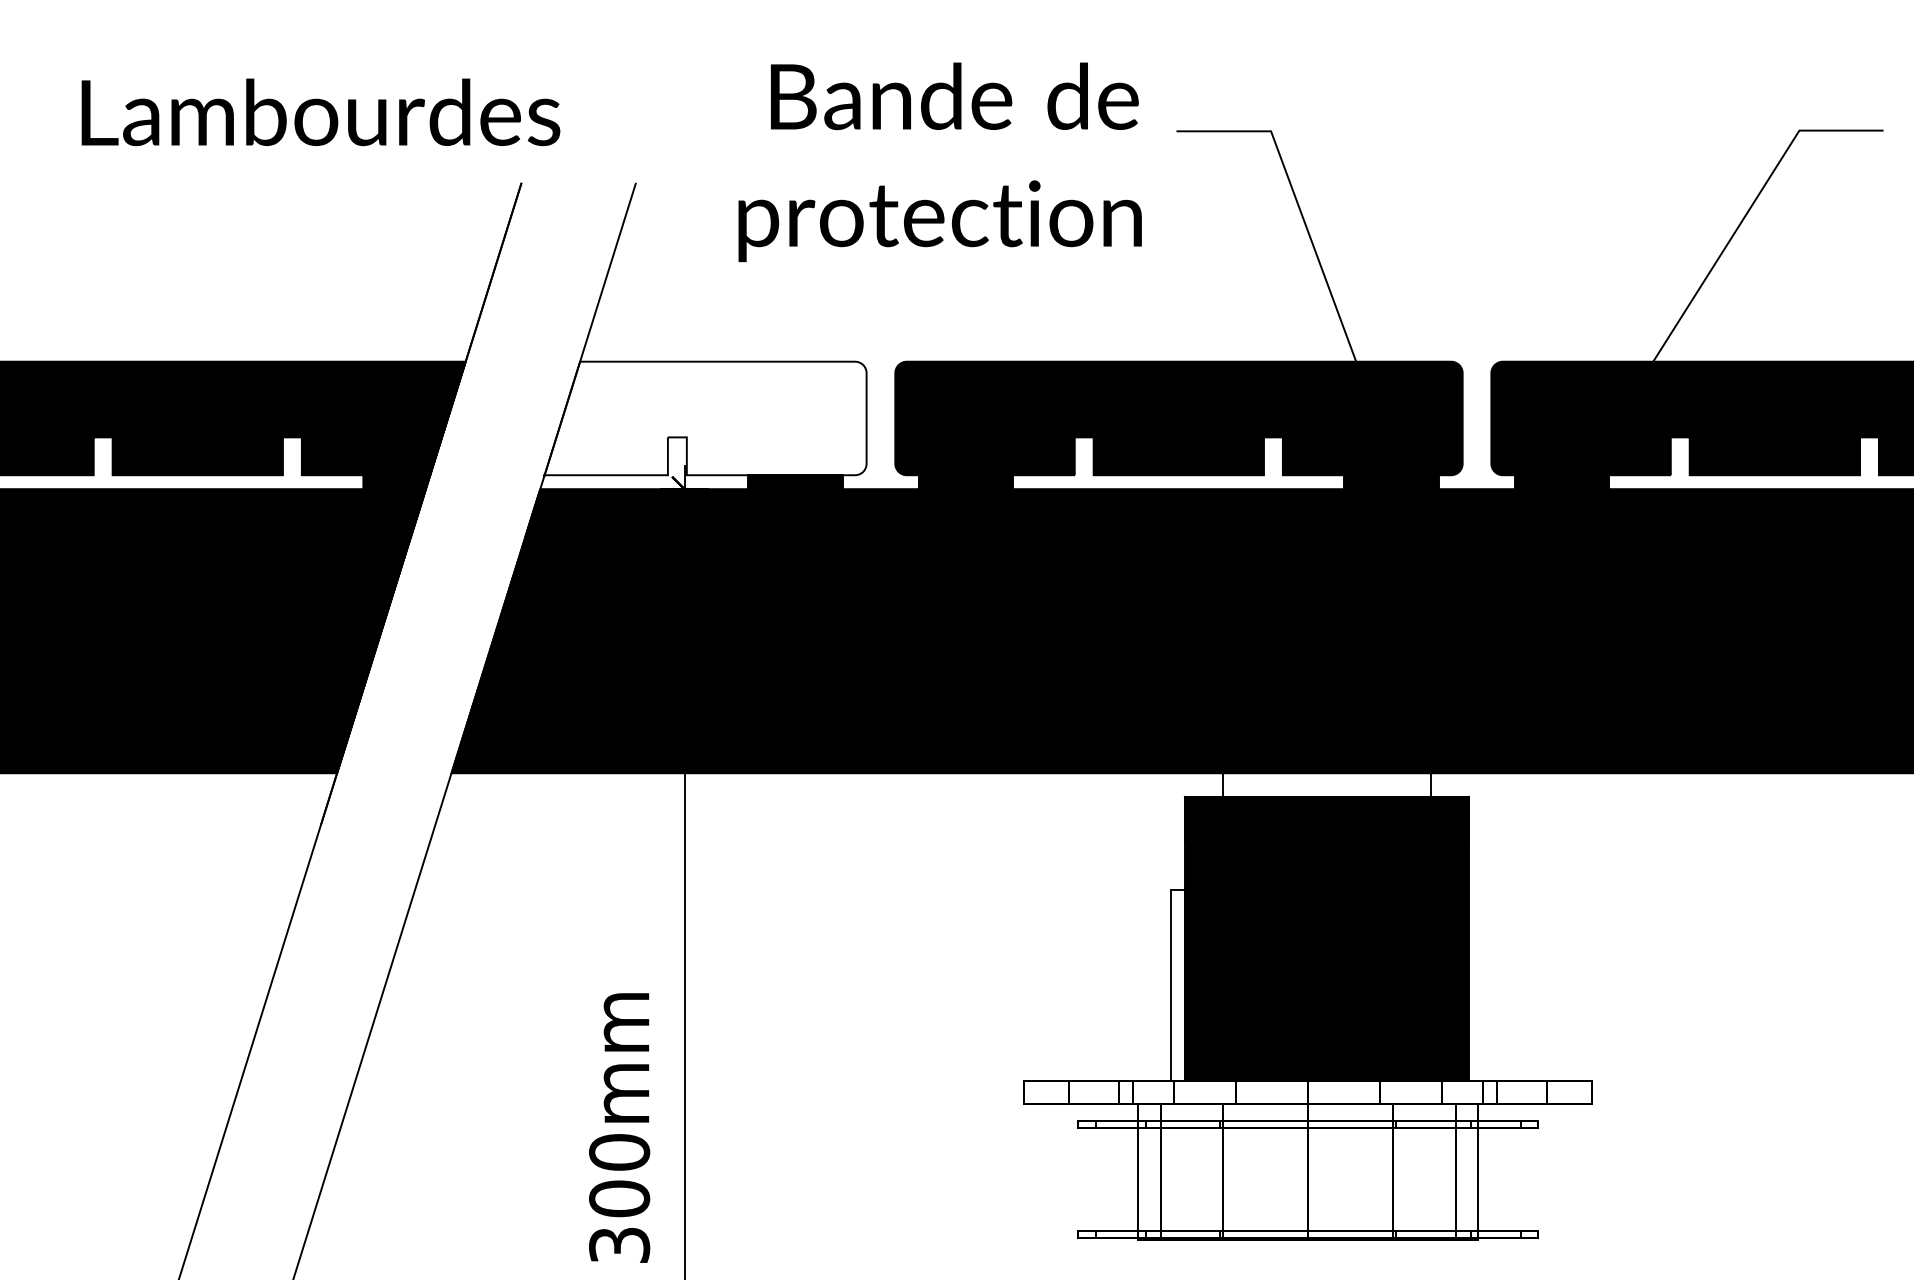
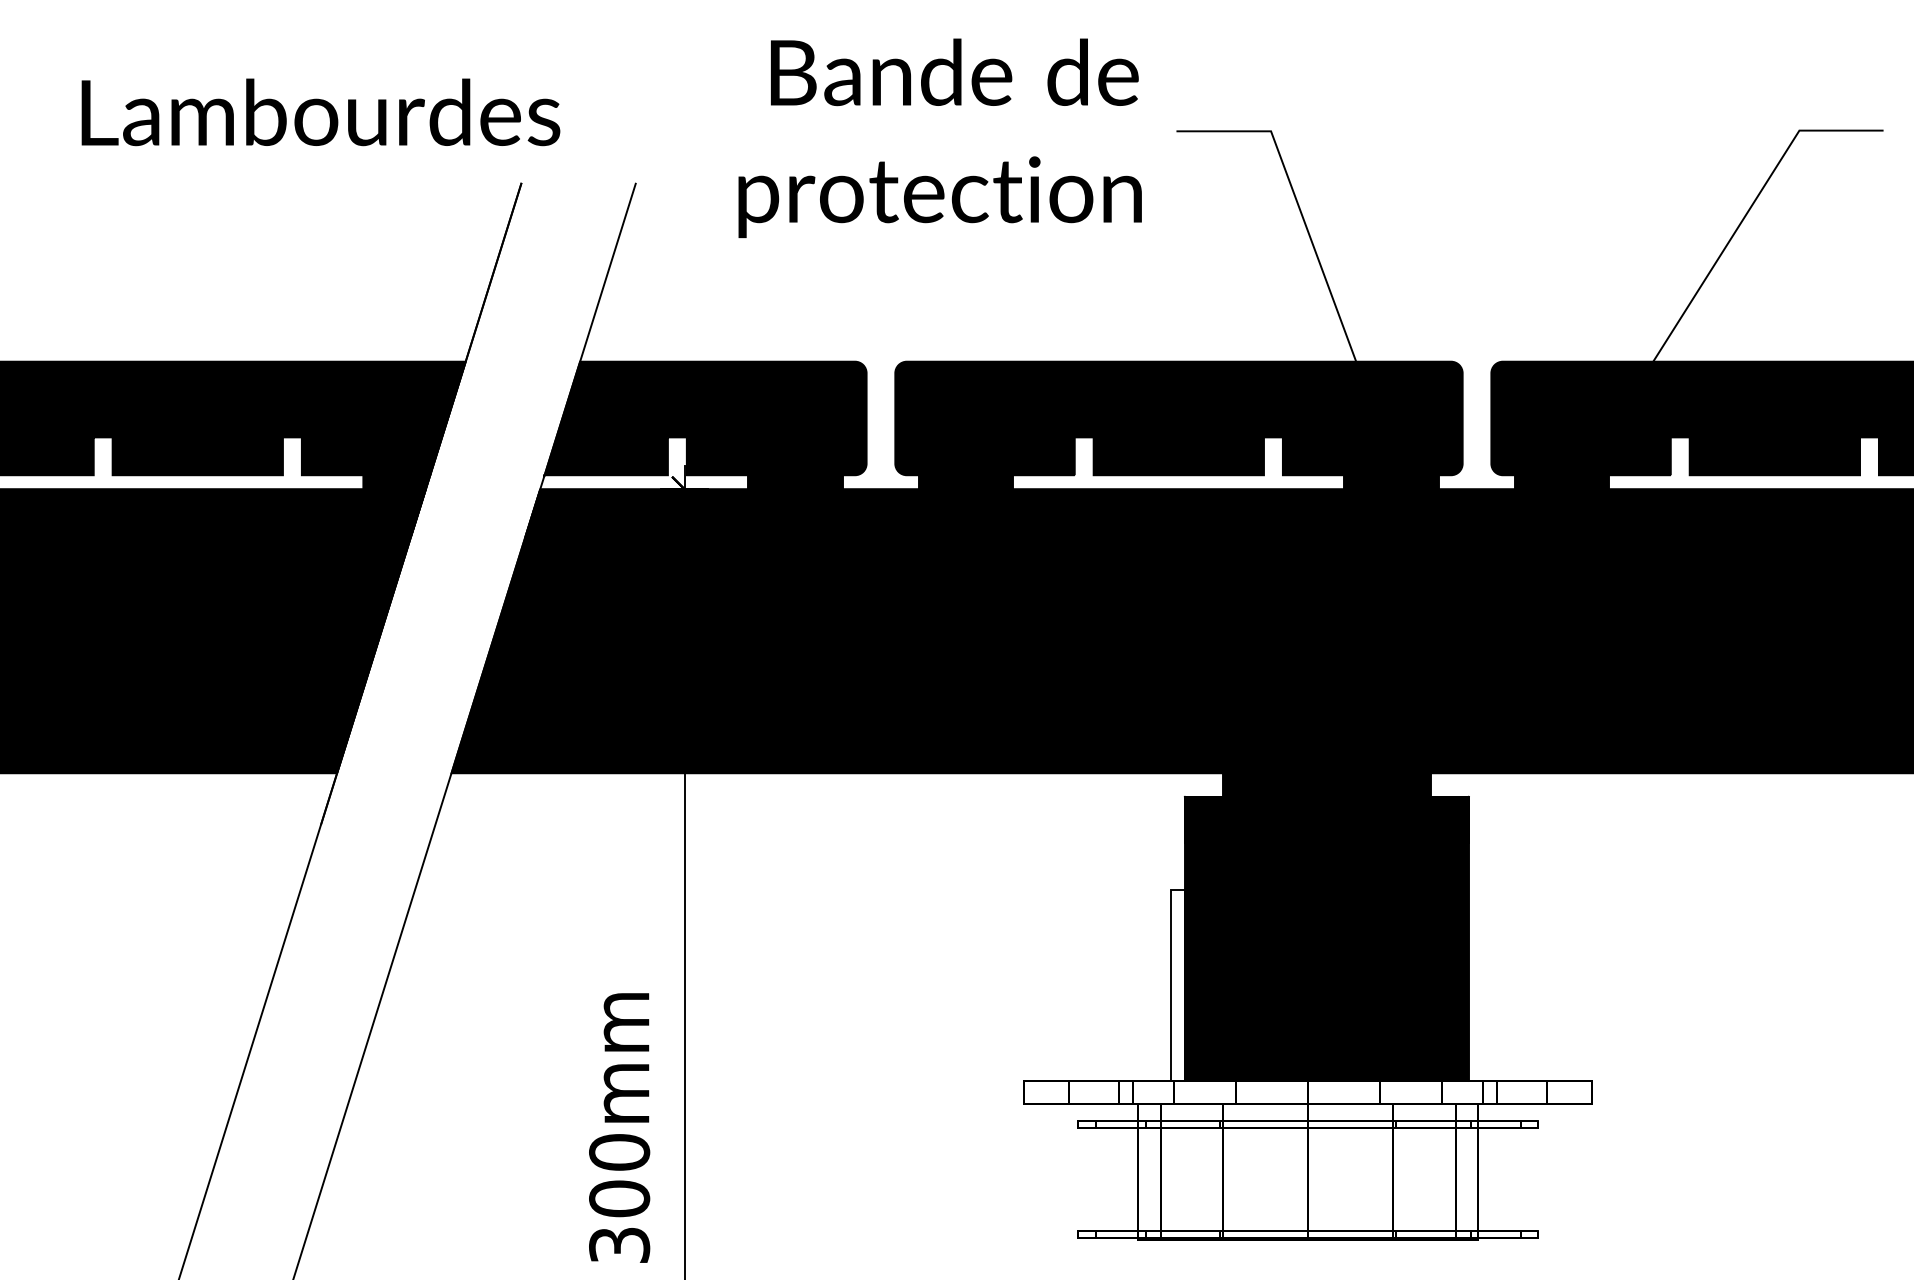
text at (939, 162) position: (939, 162) -> (939, 138)
fill at (705, 418): none -> present
fill at (1326, 784): none -> present
